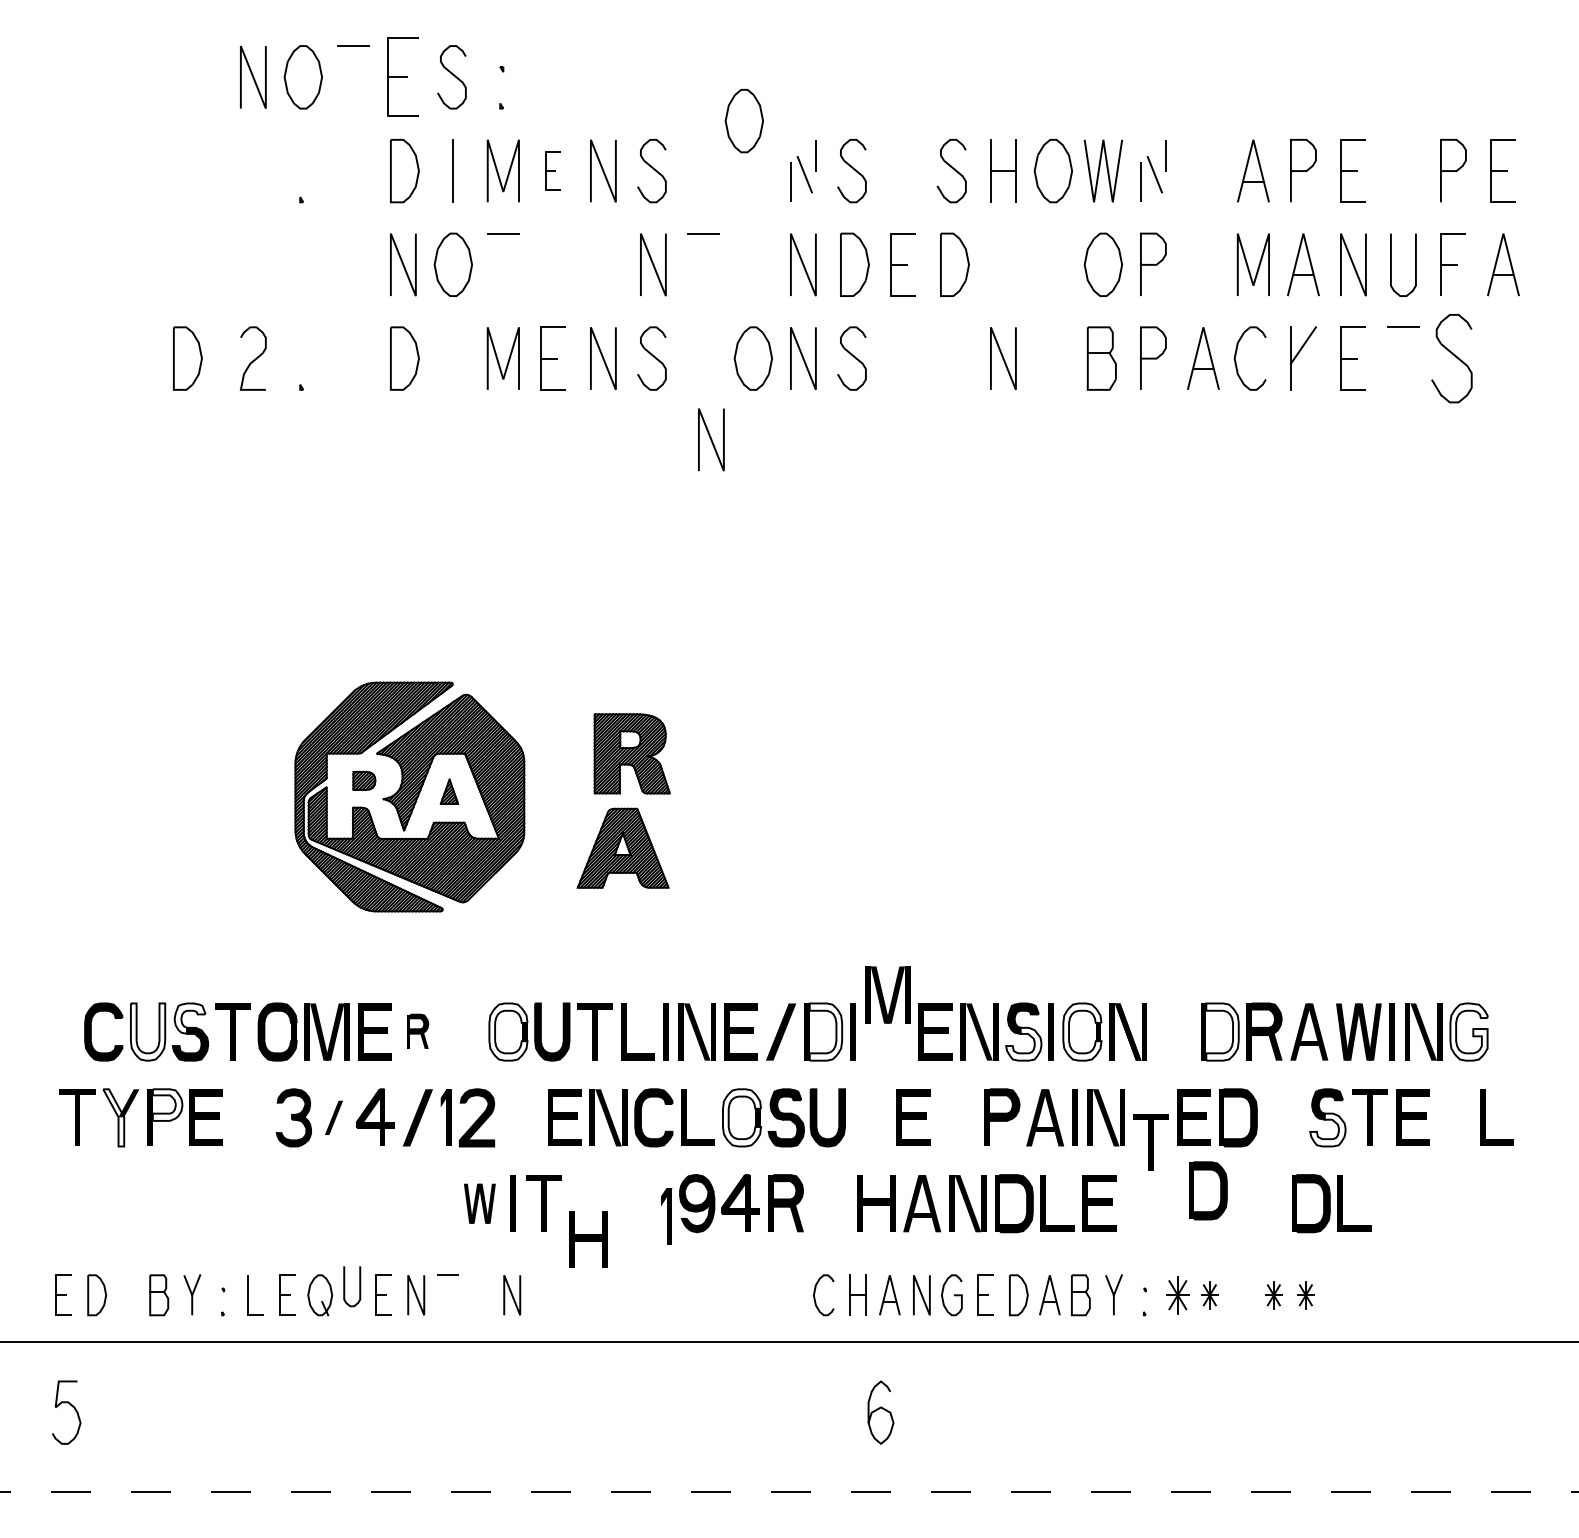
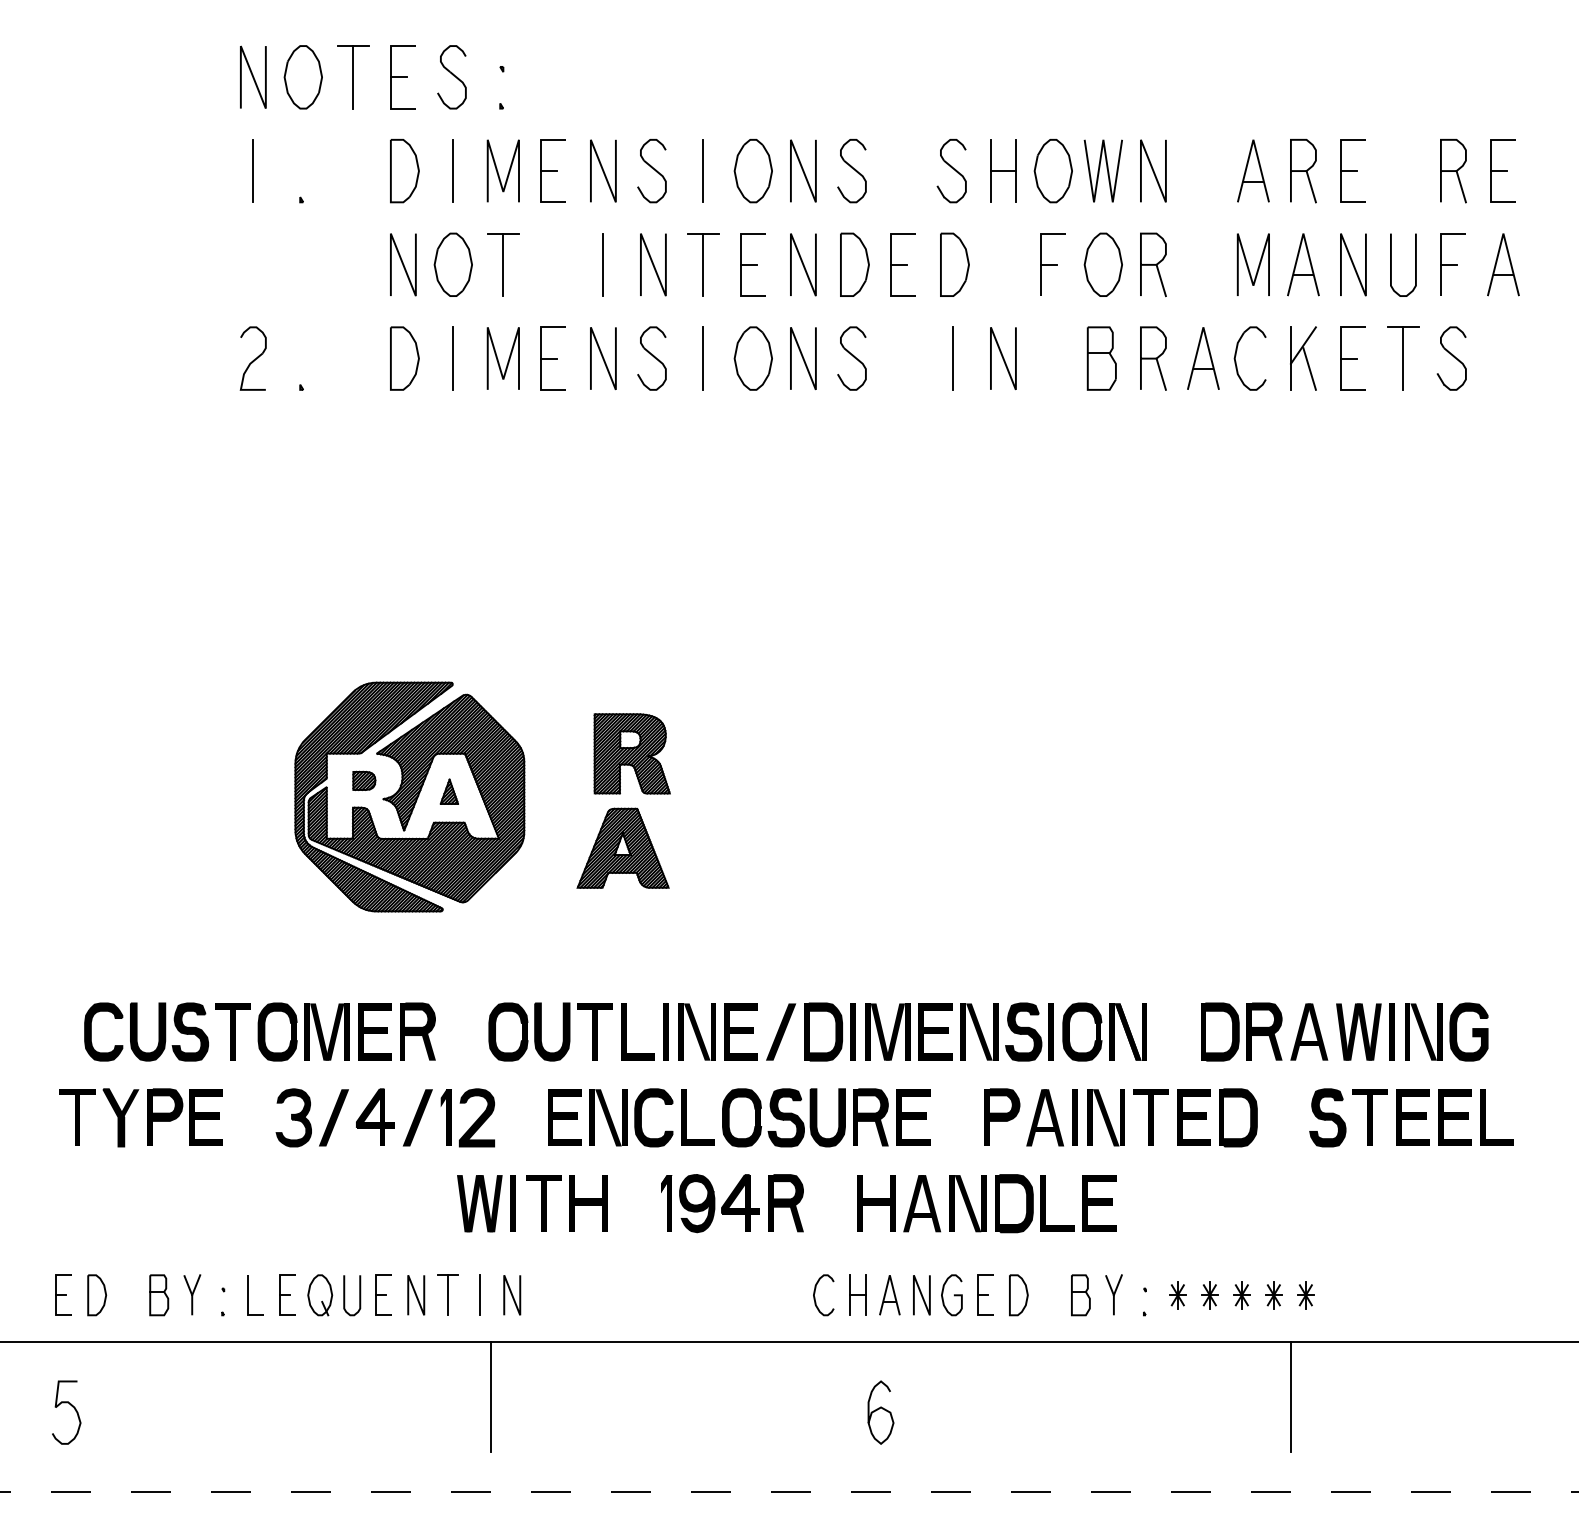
part at (402, 76) size: 32x80 px -> 26x65 px
line at (353, 77): none -> present
part at (743, 121) position: (743, 121) -> (752, 171)
line at (253, 170): none -> present
part at (552, 170) size: 16x40 px -> 26x64 px
line at (702, 170): none -> present
line at (803, 171): dashed -> solid
line at (1153, 171): dashed -> solid
line at (1310, 186): none -> present
line at (1460, 186): none -> present
line at (503, 264): none -> present
line at (603, 264): none -> present
line at (703, 264): none -> present
part at (752, 264): none -> present
part at (1052, 264): none -> present
line at (1160, 280): none -> present
part at (187, 358): present -> none
line at (453, 358): none -> present
line at (703, 358): none -> present
line at (953, 358): none -> present
line at (1403, 358): none -> present
part at (1451, 358) size: 42x90 px -> 31x65 px
line at (1309, 368): none -> present
line at (1160, 373): none -> present
line at (711, 439): present -> none
part at (887, 994) position: (887, 994) -> (887, 1031)
fill at (189, 1018): none -> present
part at (418, 1030) size: 23x36 px -> 36x59 px
fill at (147, 1031): none -> present
fill at (508, 1031): none -> present
fill at (825, 1031): none -> present
fill at (1082, 1031): none -> present
fill at (1222, 1031): none -> present
fill at (1468, 1031): none -> present
fill at (1023, 1043): none -> present
fill at (167, 1104): none -> present
fill at (113, 1117): none -> present
part at (333, 1117) size: 18x35 px -> 30x58 px
fill at (741, 1117): none -> present
part at (870, 1117): none -> present
part at (1454, 1117): none -> present
fill at (1327, 1129): none -> present
part at (1150, 1142) position: (1150, 1142) -> (1150, 1117)
part at (1208, 1190): present -> none
part at (479, 1203) size: 32x41 px -> 46x58 px
part at (1331, 1203): present -> none
part at (666, 1216) position: (666, 1216) -> (666, 1203)
part at (588, 1239) position: (588, 1239) -> (588, 1203)
curve at (345, 1286) position: (345, 1286) -> (345, 1295)
line at (448, 1295): none -> present
line at (480, 1295): none -> present
part at (1049, 1295): present -> none
part at (1177, 1295) size: 24x39 px -> 18x29 px
part at (1241, 1295): none -> present
line at (491, 1396): none -> present
line at (1291, 1396): none -> present
